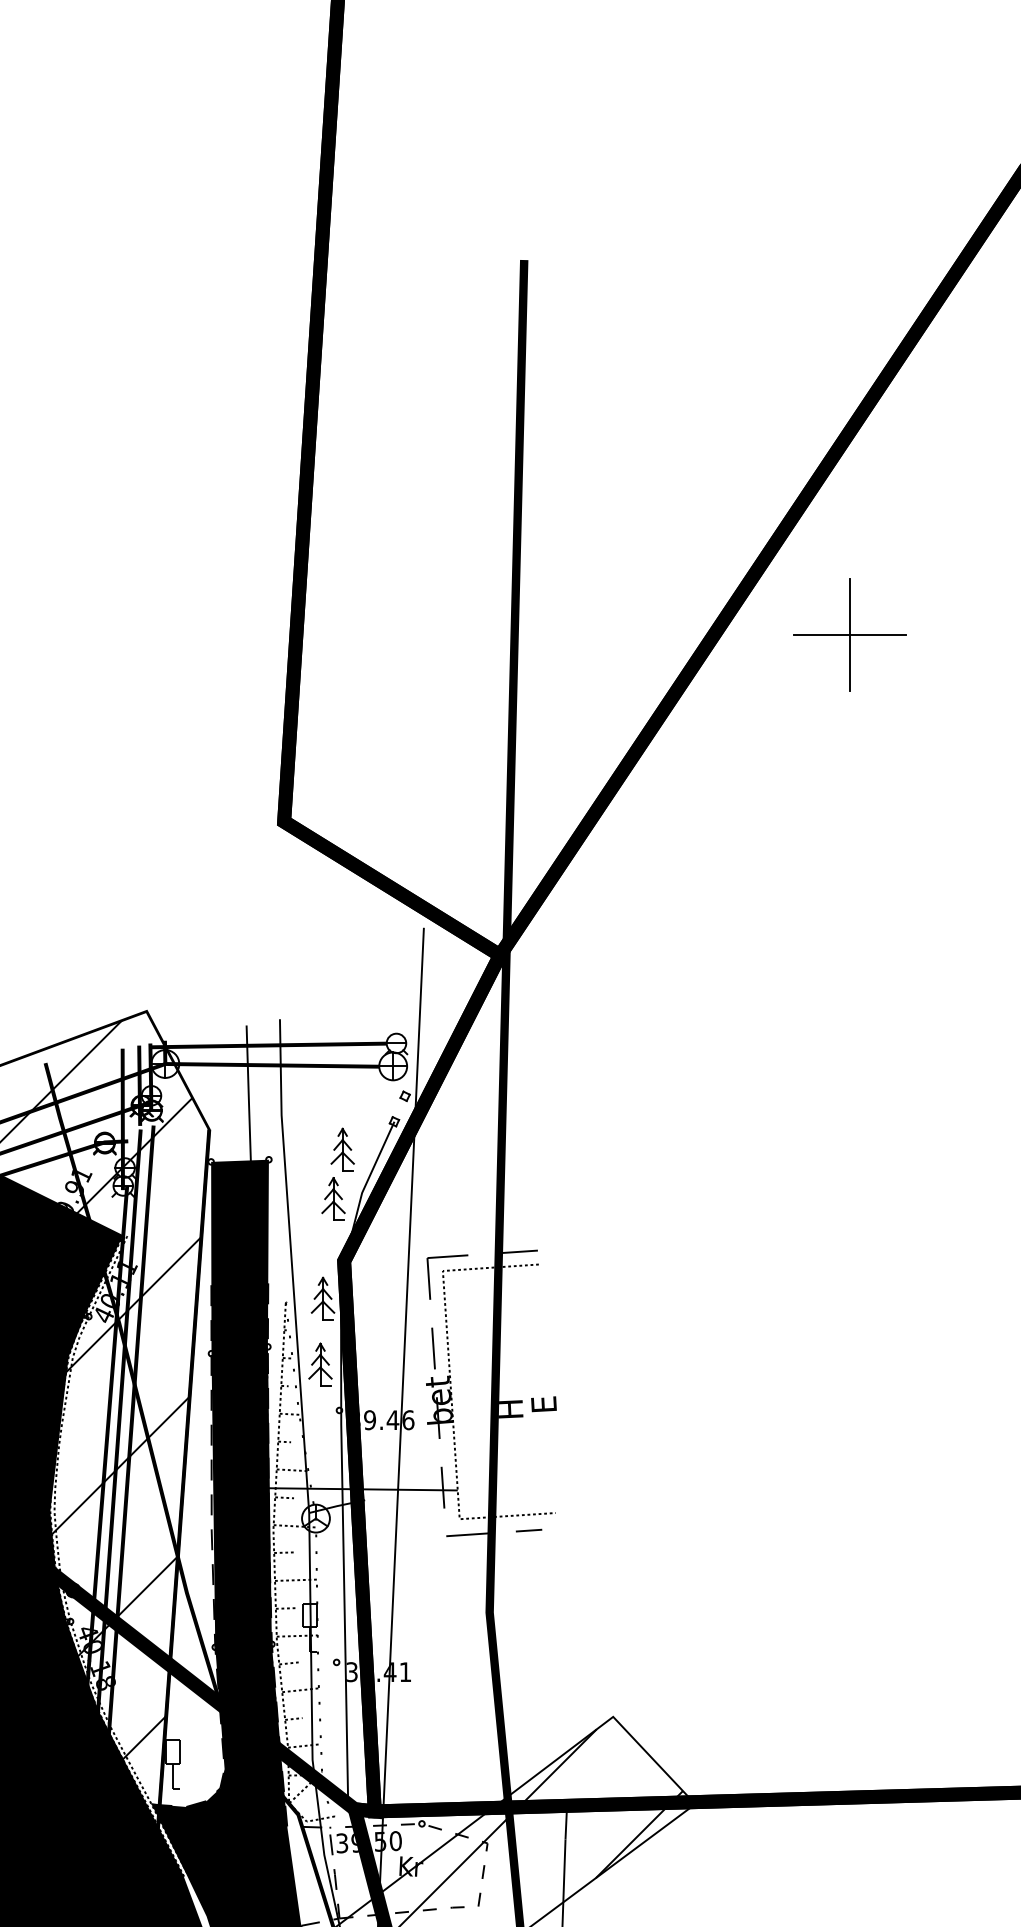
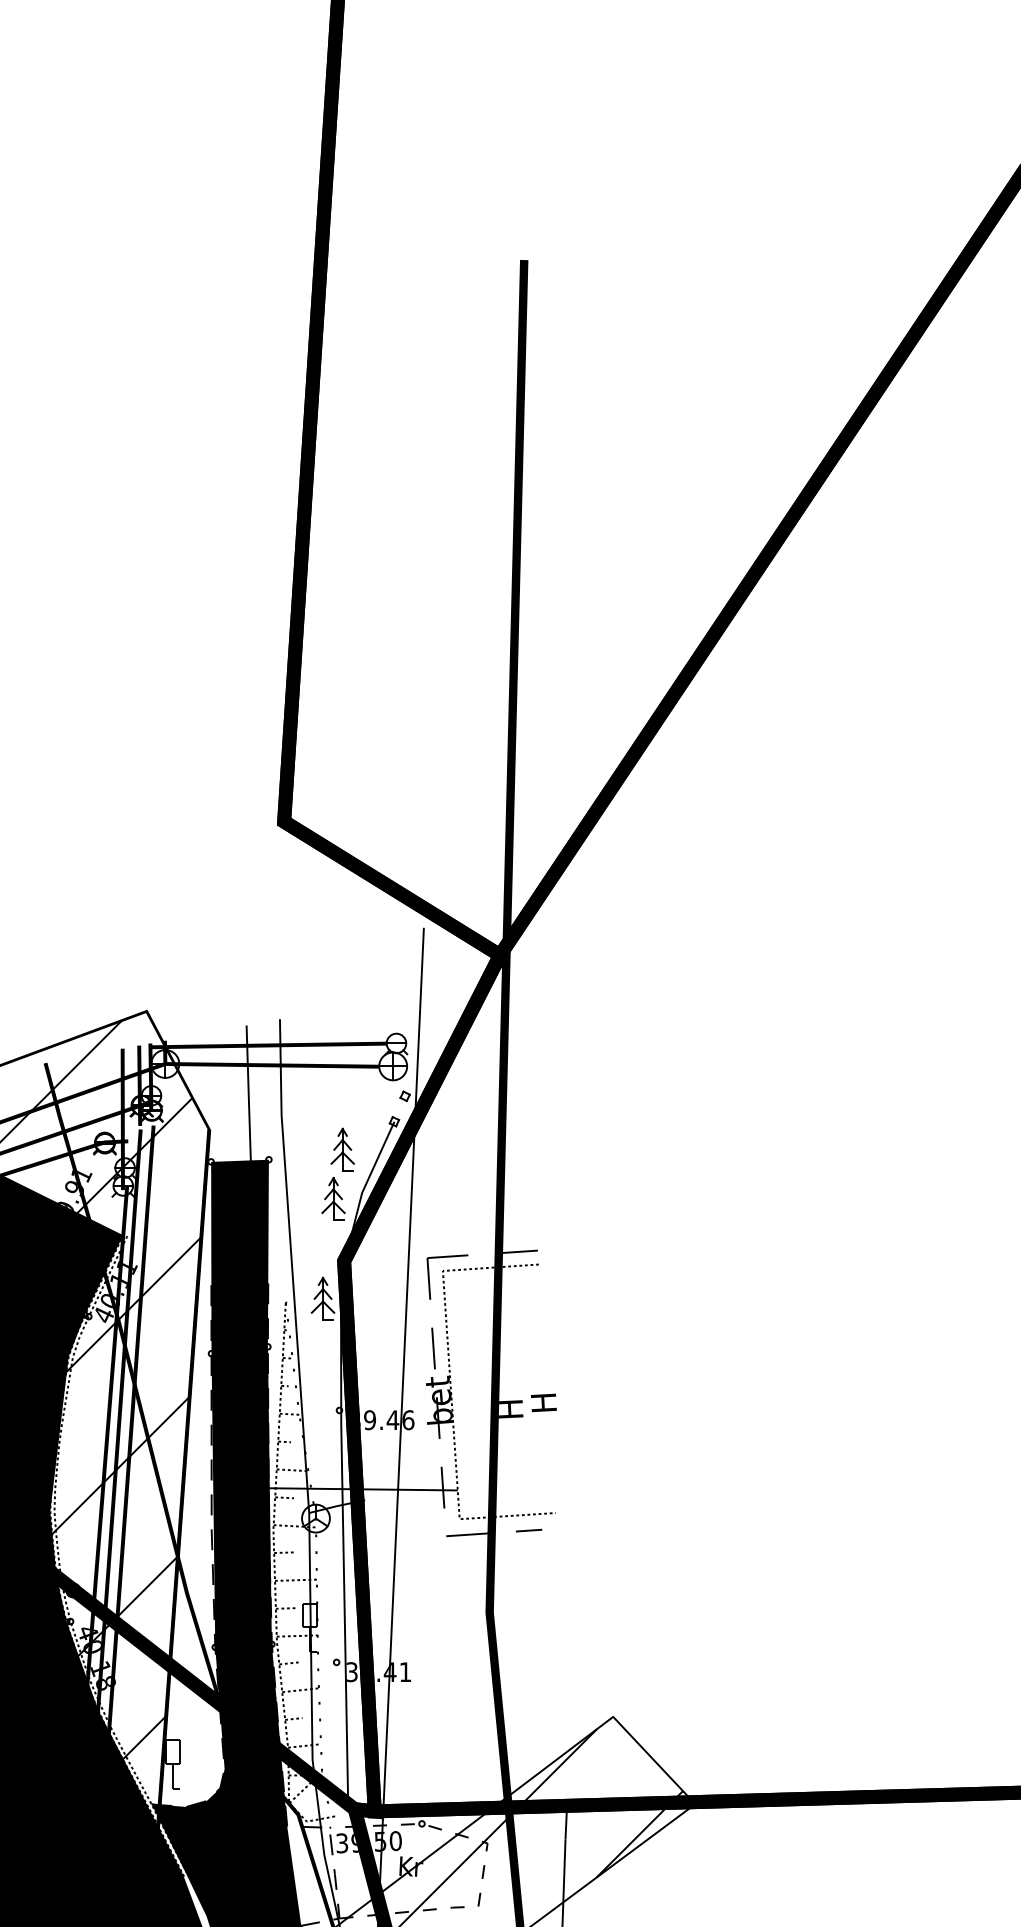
part at (849, 634): present -> none
part at (320, 1364): present -> none
text at (543, 1401): E -> H
